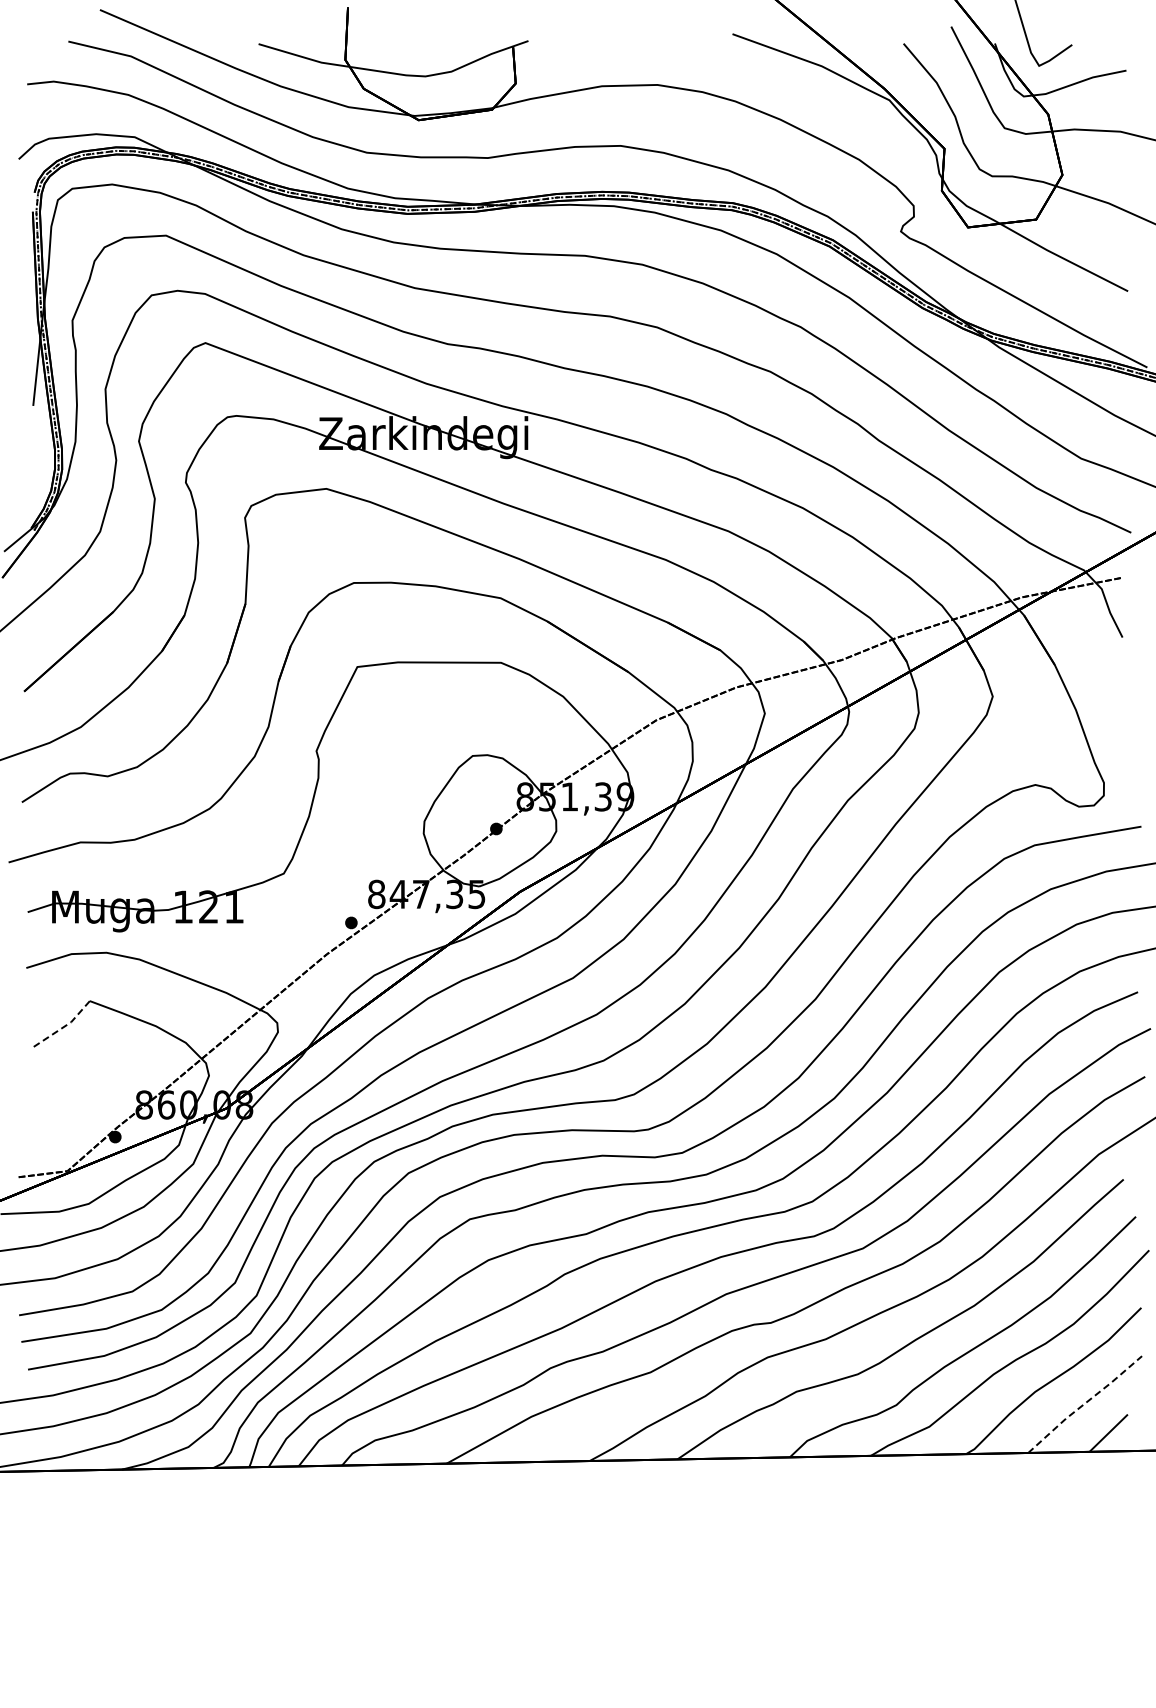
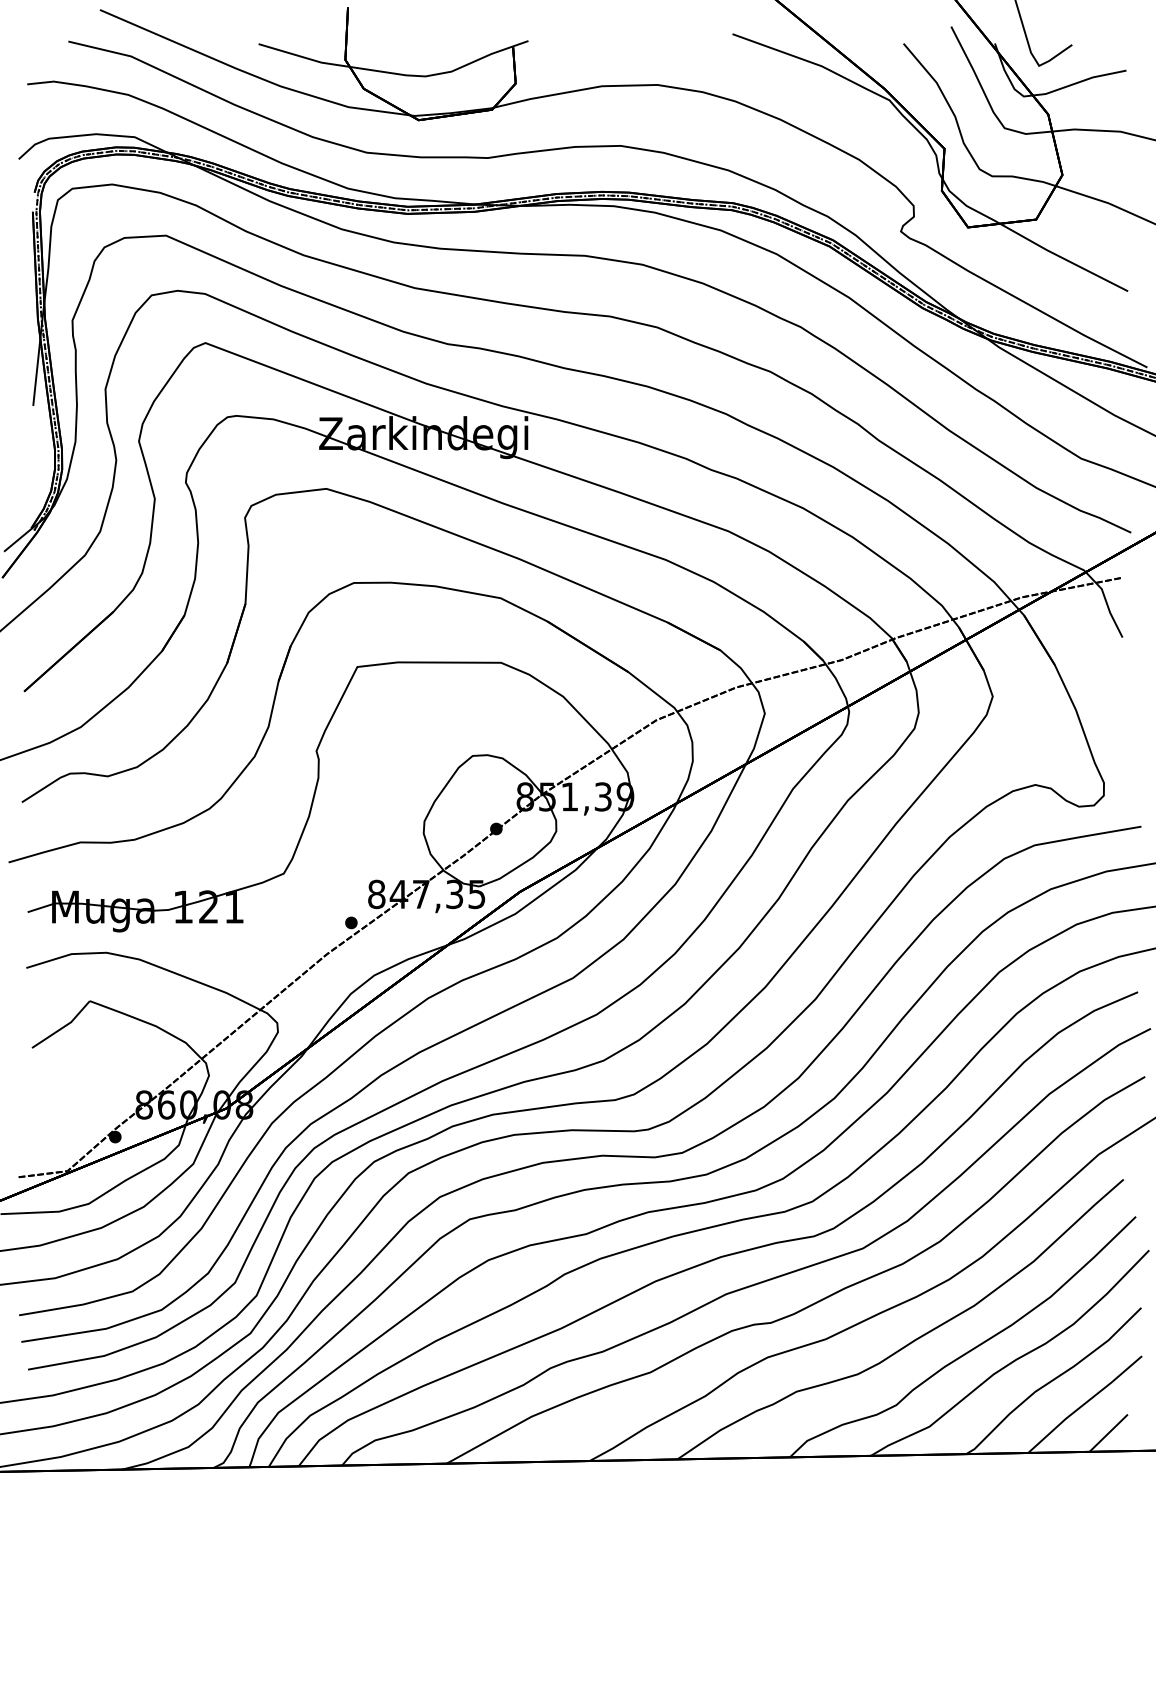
line at (63, 1027): dashed -> solid
line at (1085, 1403): dashed -> solid
